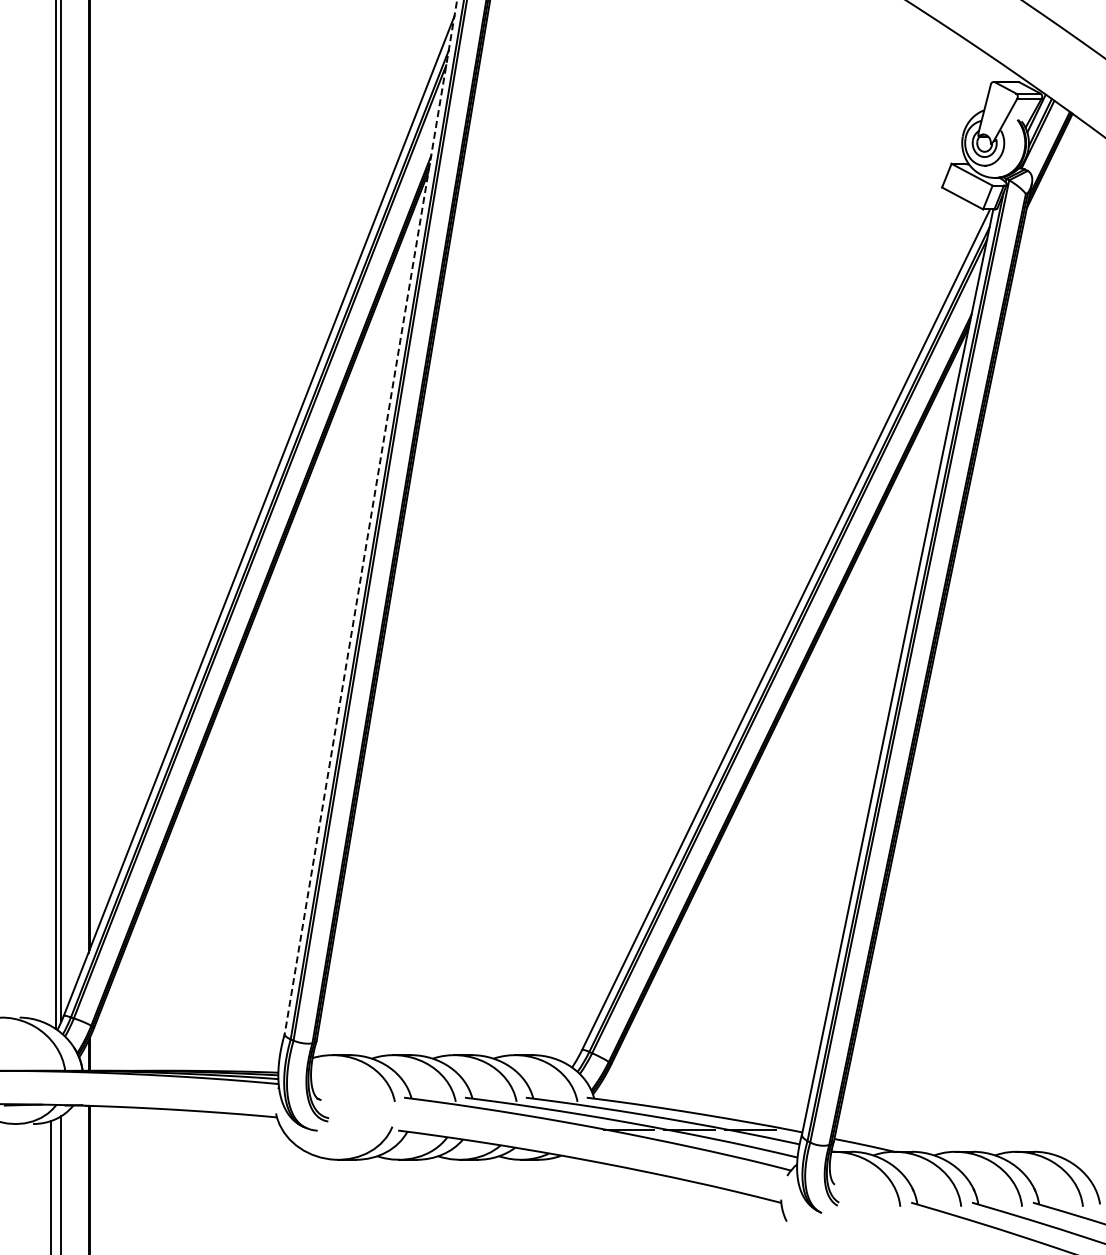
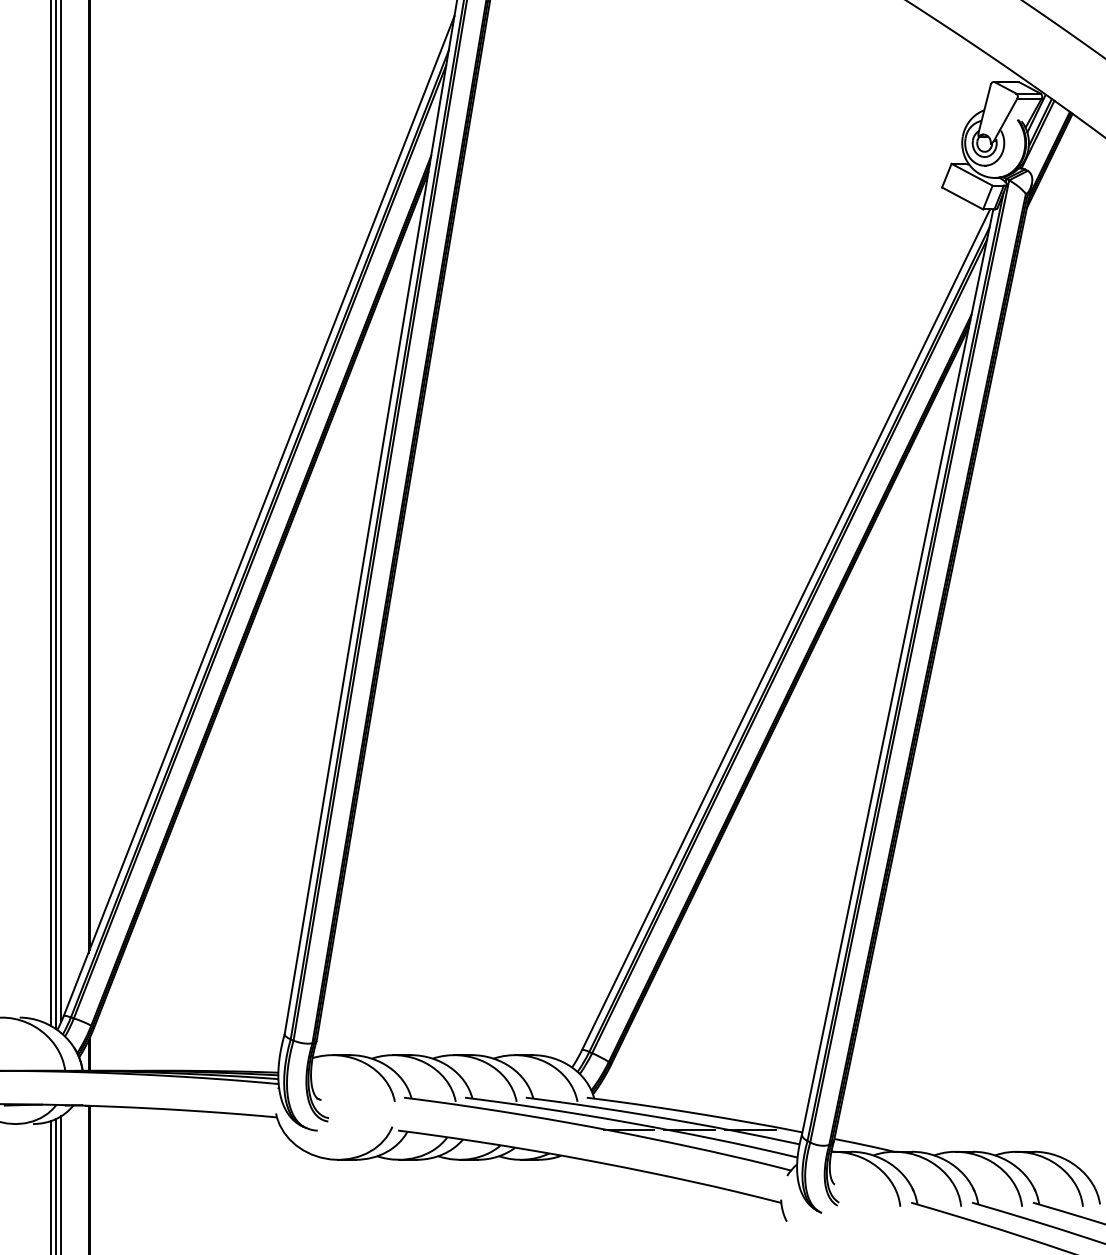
line at (51, 514): none -> present
line at (370, 517): dashed -> solid
line at (55, 1185): none -> present
